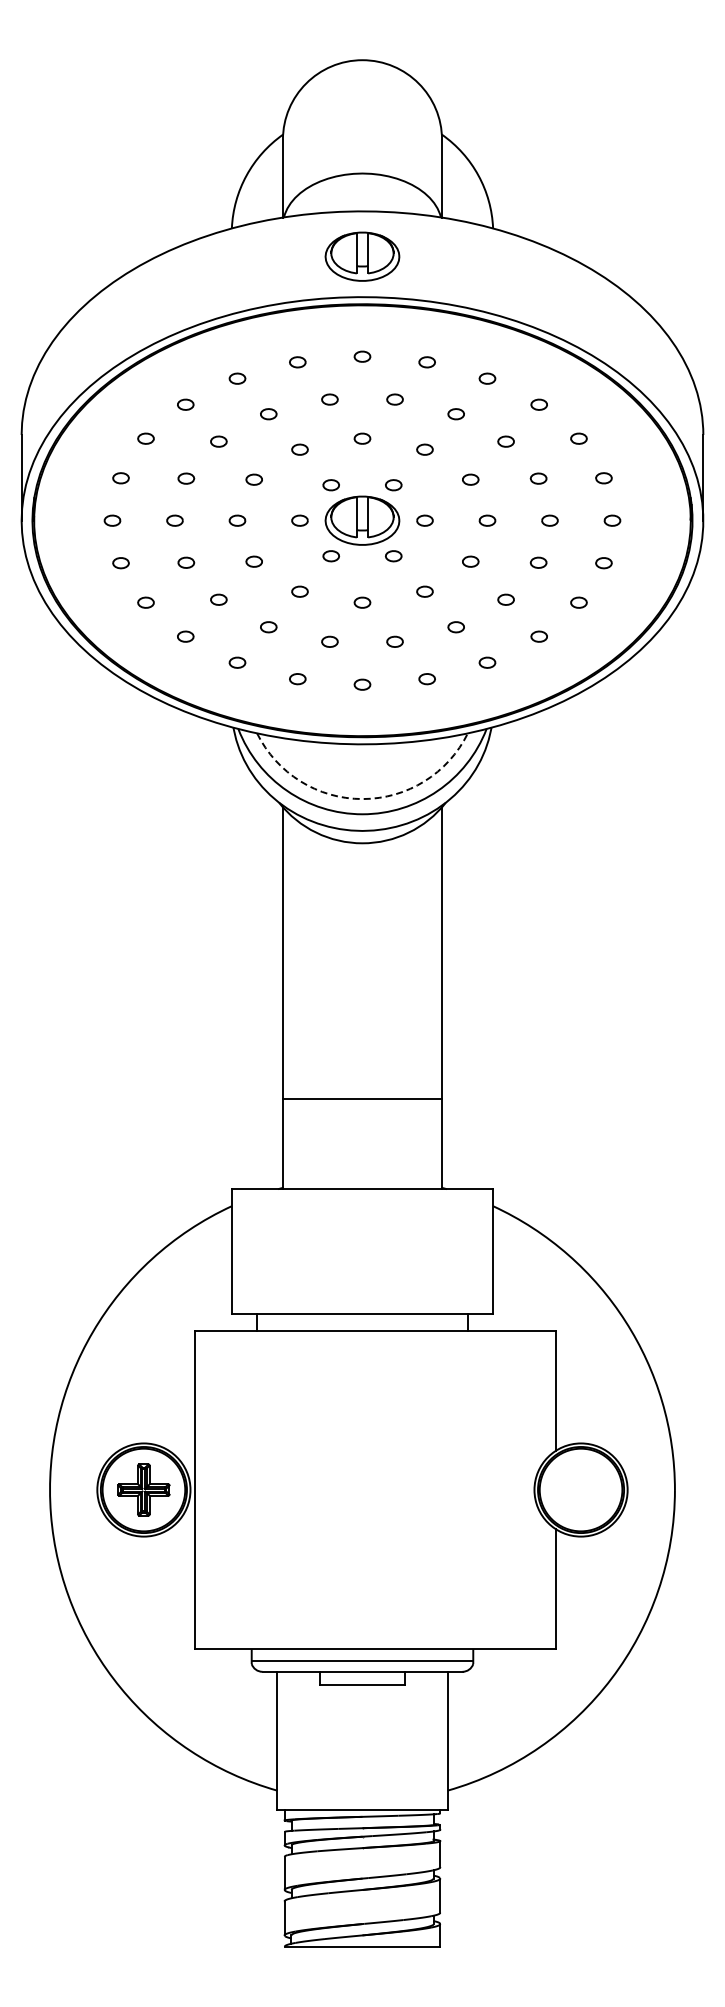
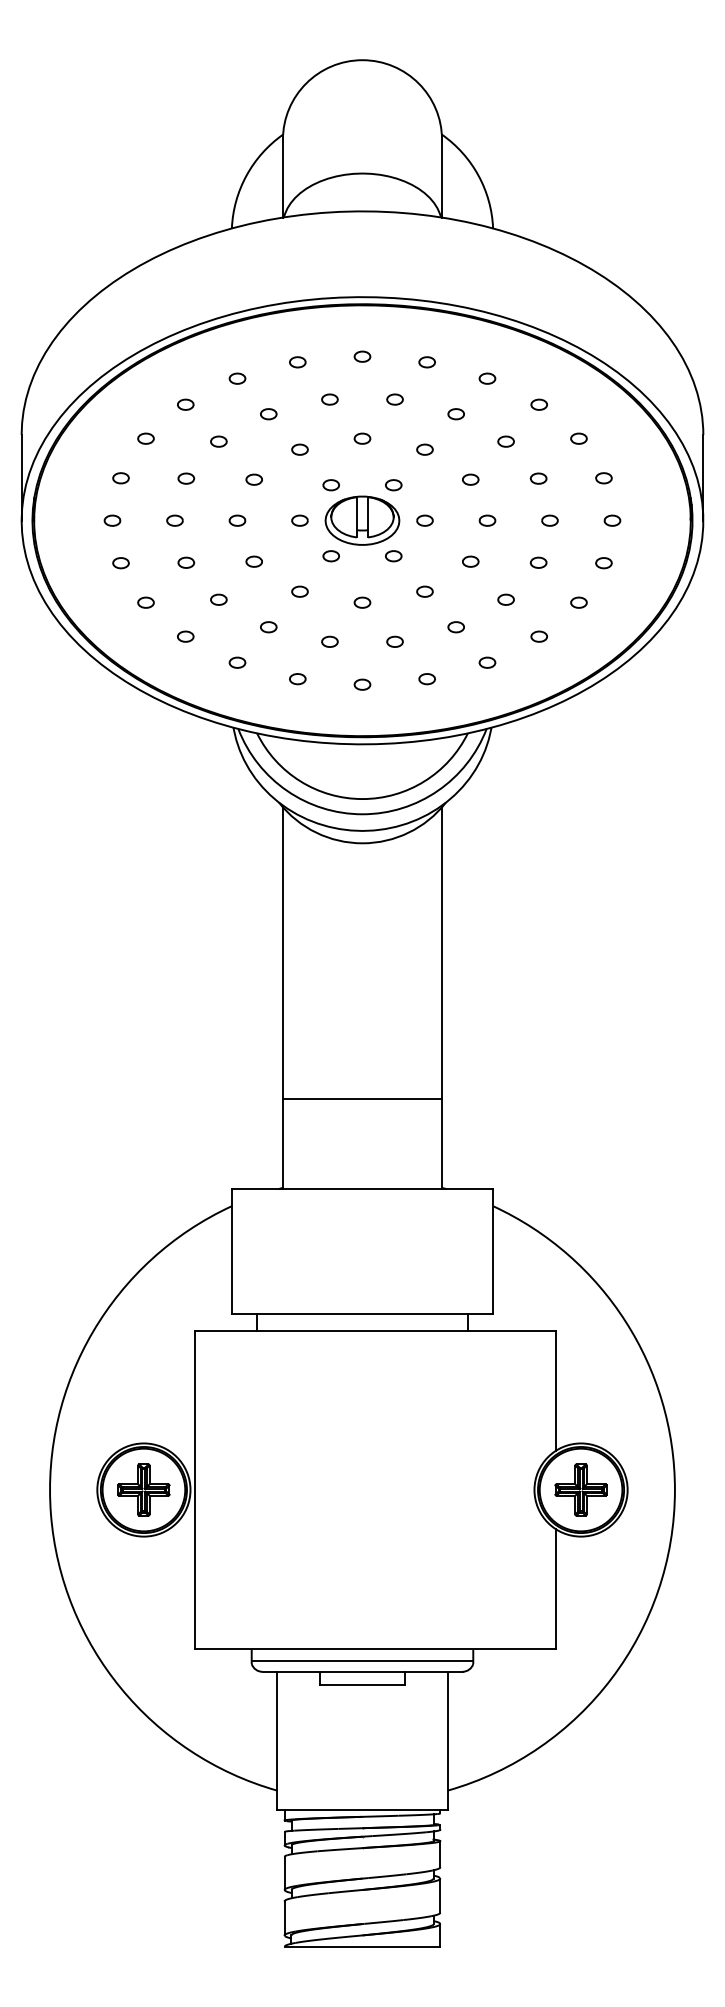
part at (362, 256): present -> none
arc at (362, 799): dashed -> solid
part at (580, 1489): none -> present
